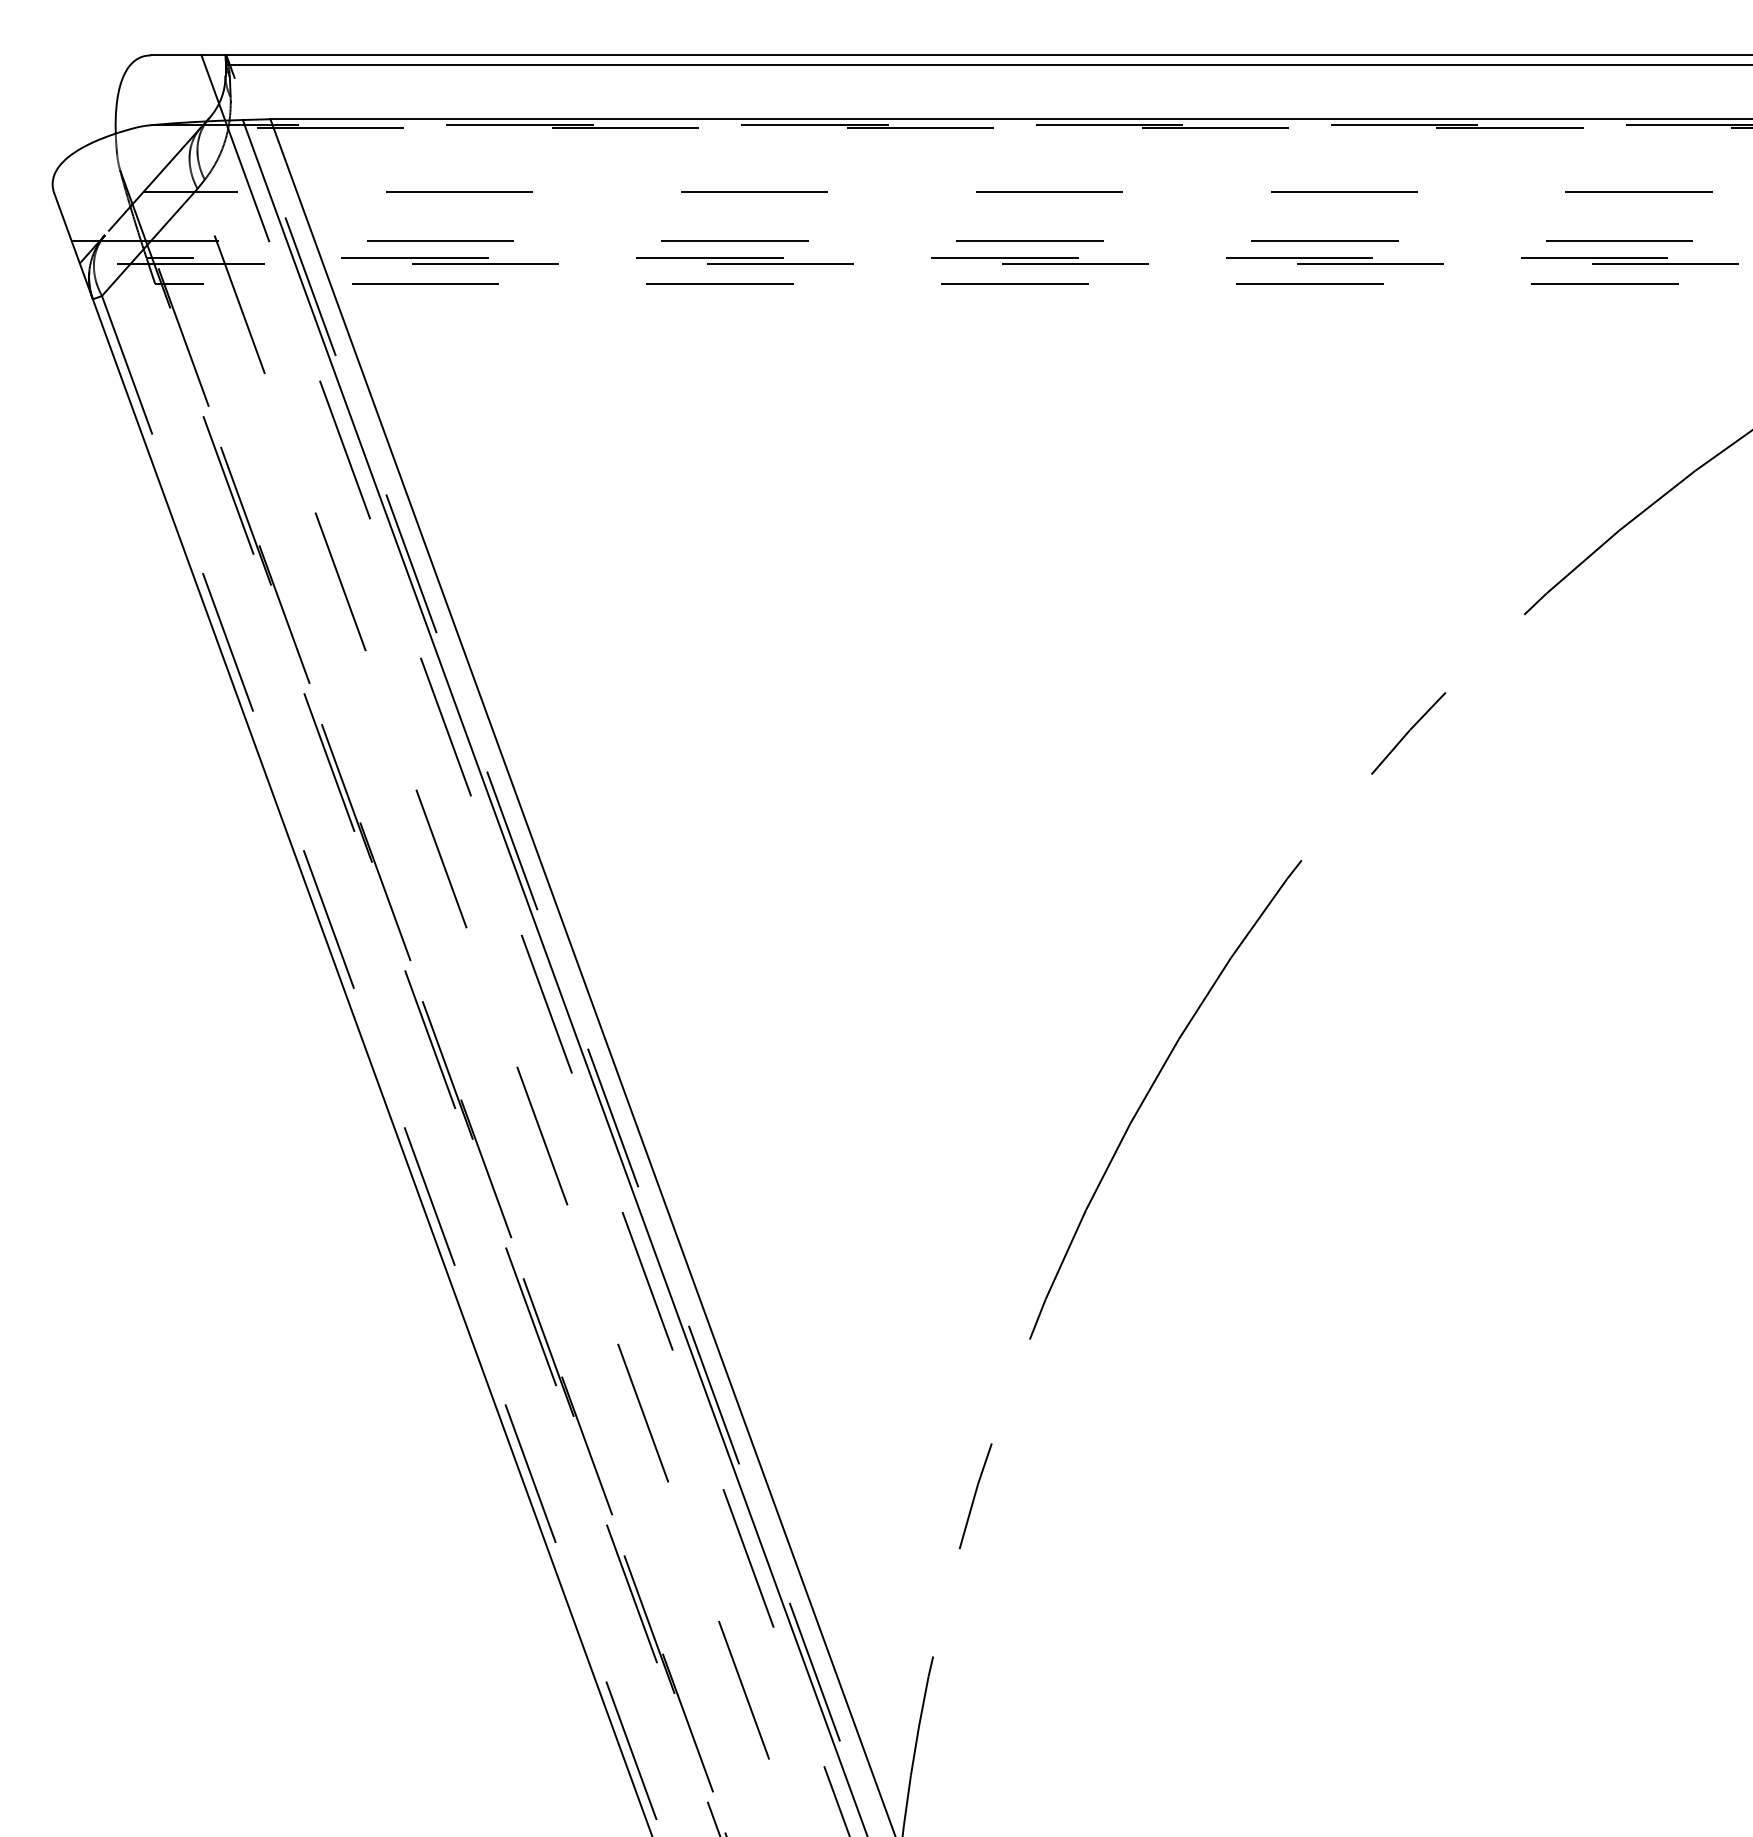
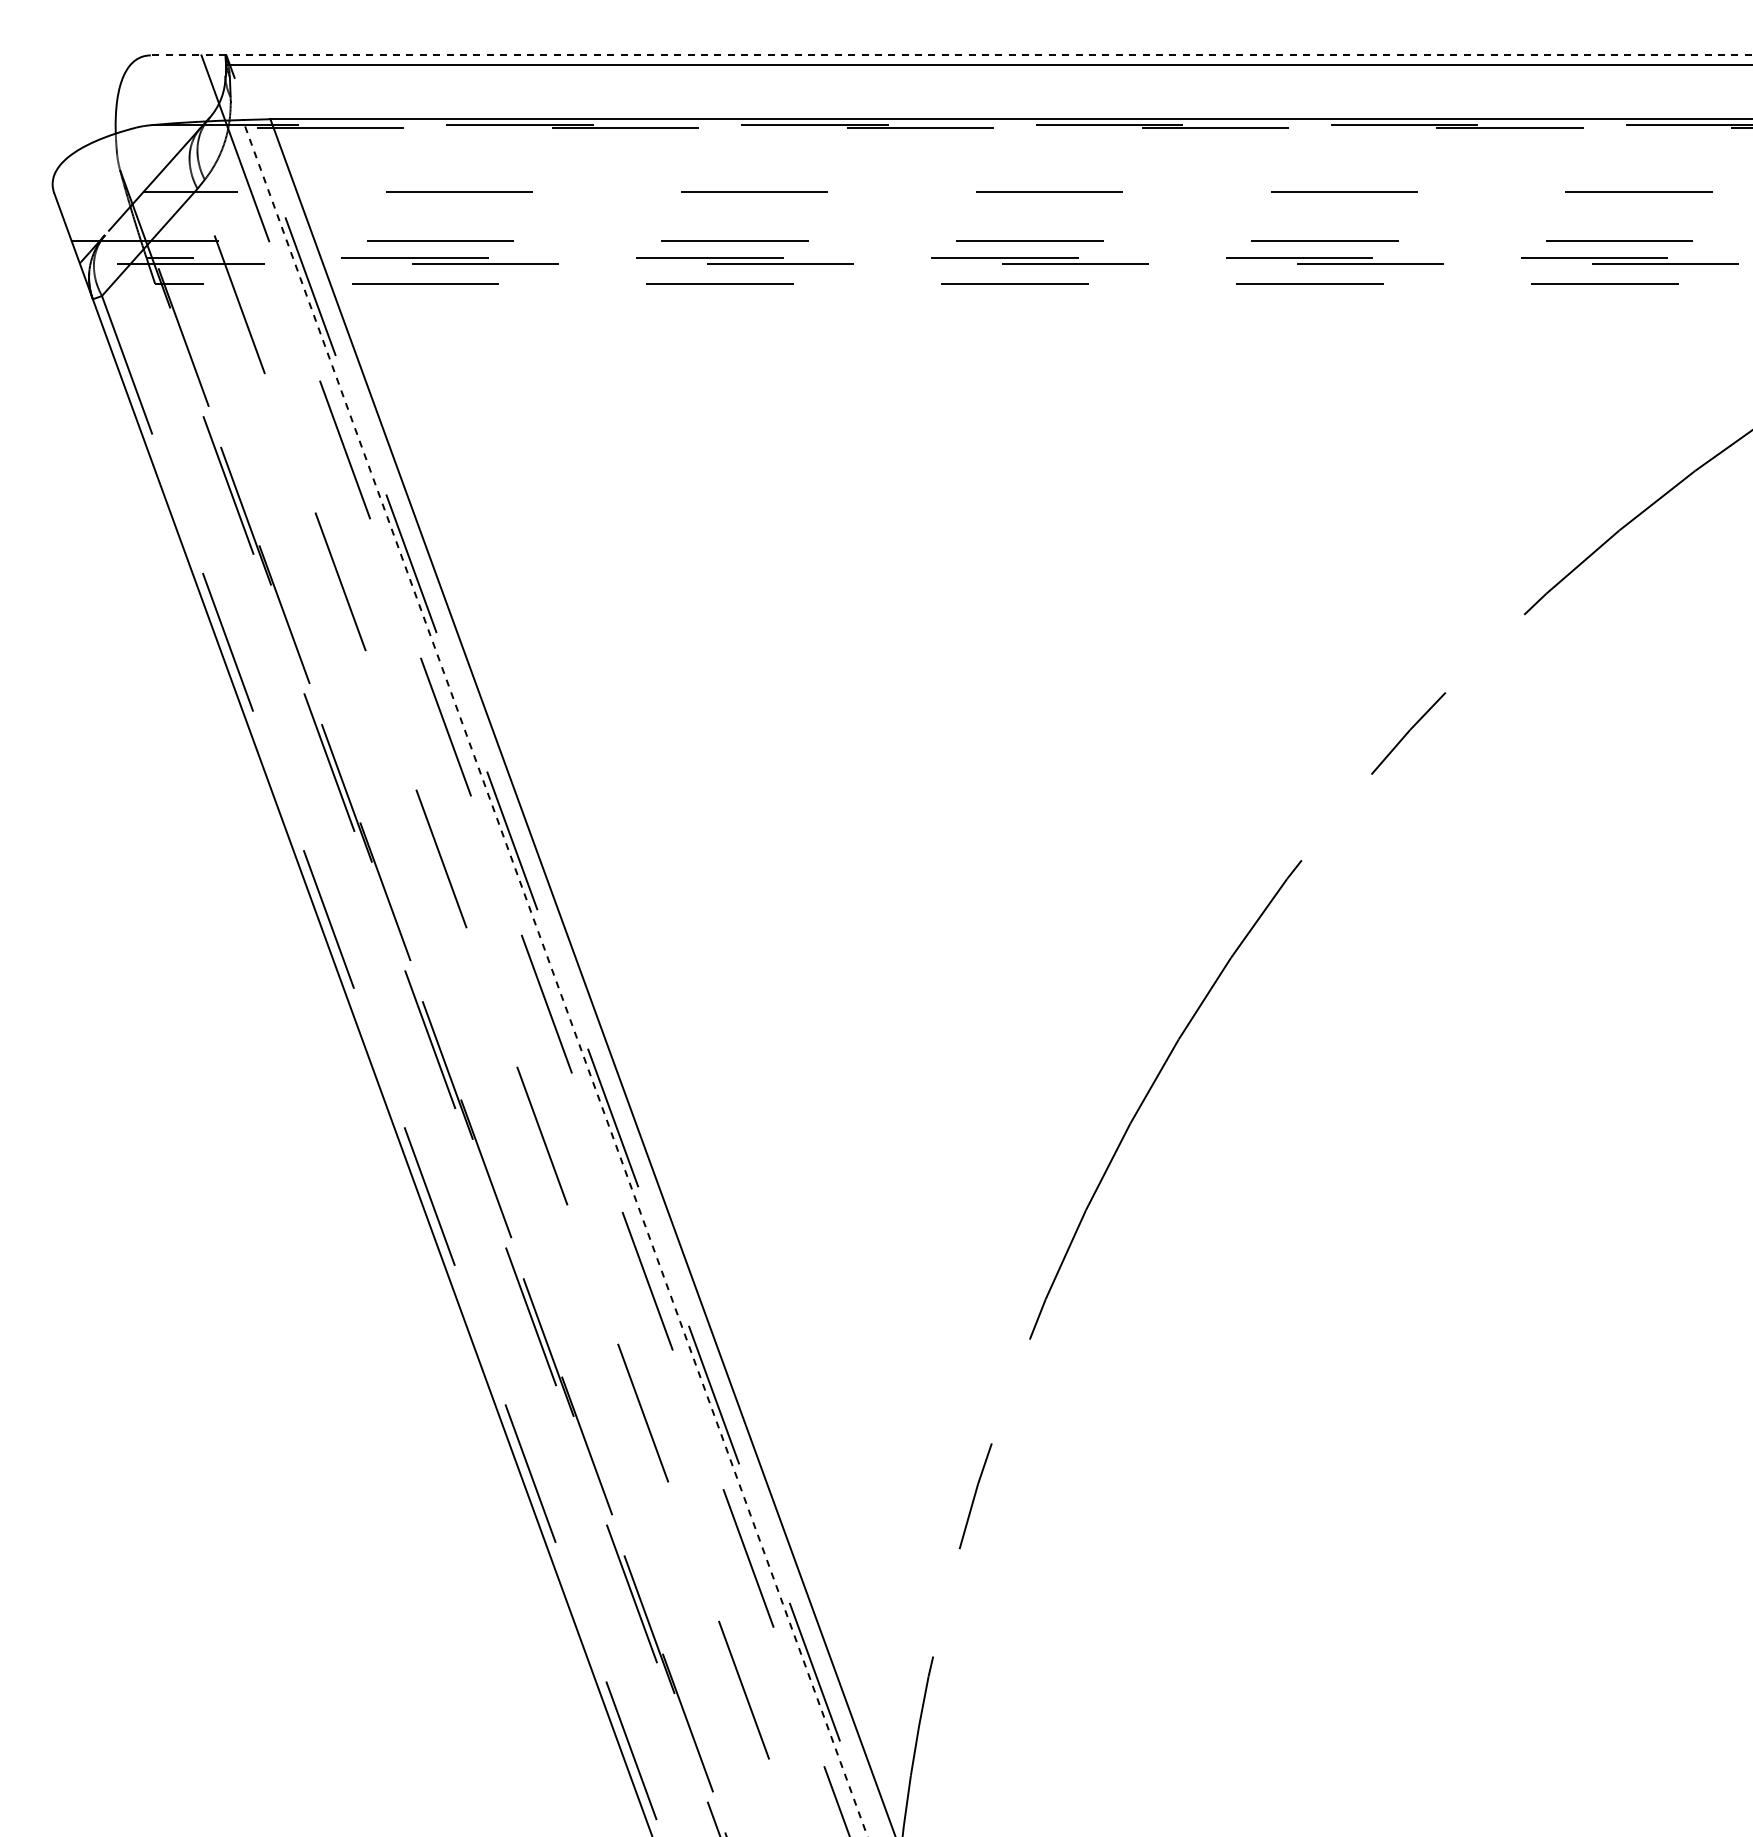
line at (951, 55): solid -> dashed
line at (555, 977): solid -> dashed
